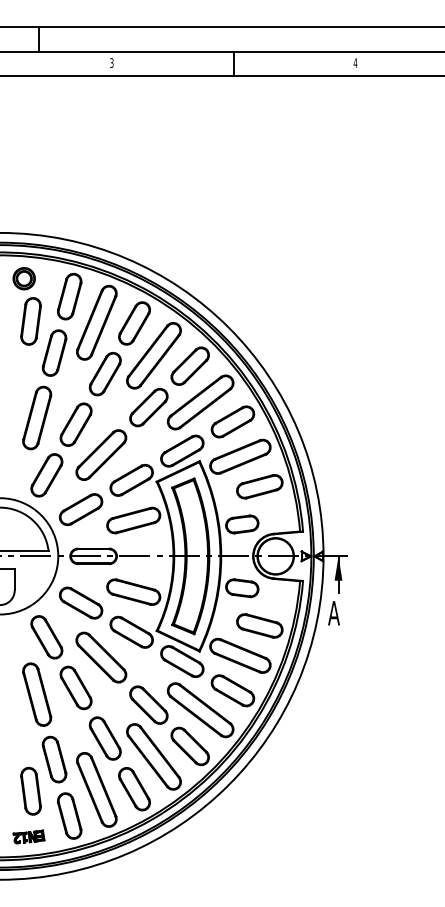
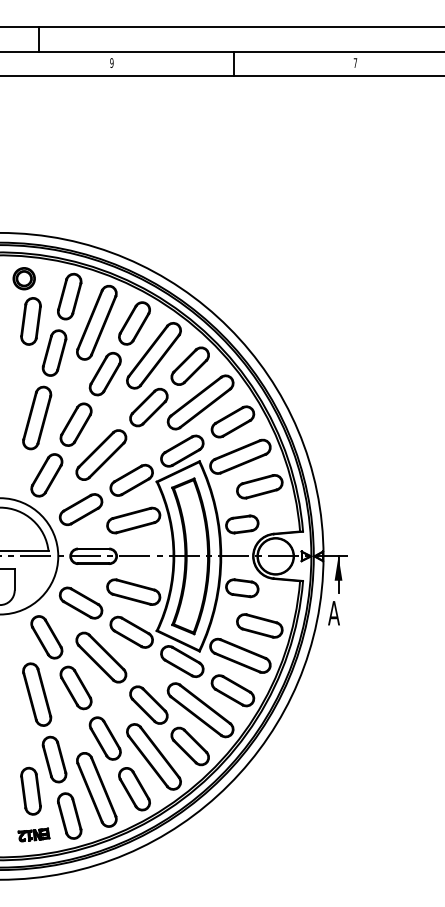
text at (111, 62): 3 -> 9
text at (355, 62): 4 -> 7
part at (28, 836) position: (28, 836) -> (33, 834)
